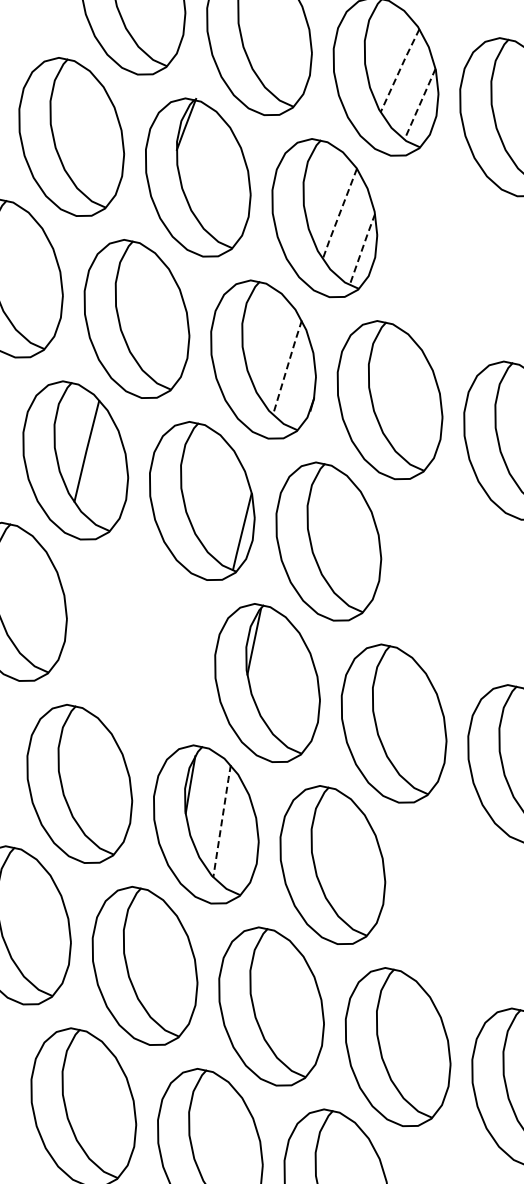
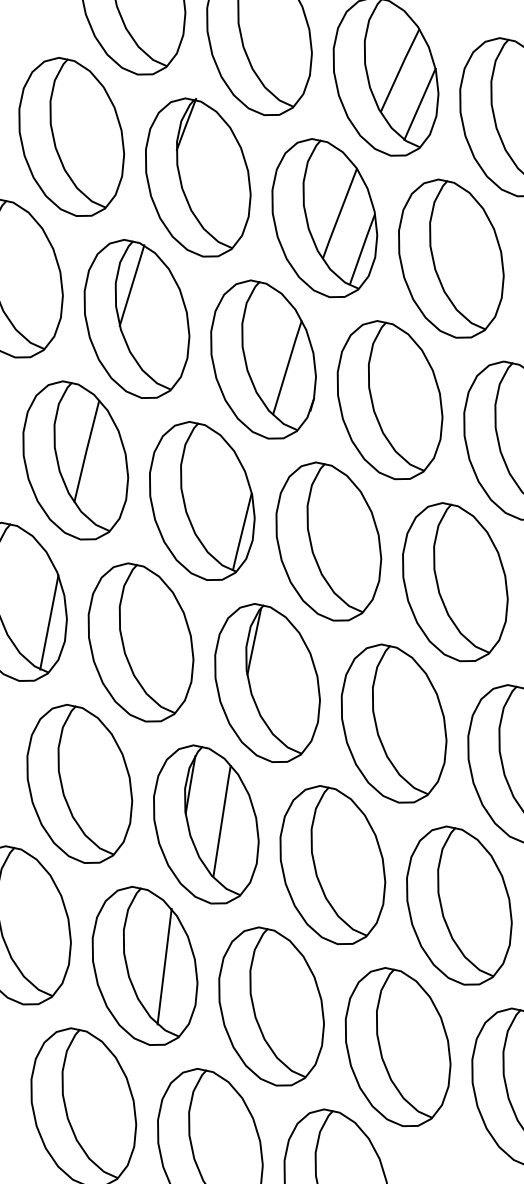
line at (399, 69): dashed -> solid
line at (420, 104): dashed -> solid
line at (339, 215): dashed -> solid
line at (362, 248): dashed -> solid
part at (451, 258): none -> present
line at (131, 285): none -> present
line at (287, 367): dashed -> solid
part at (455, 582): none -> present
line at (49, 622): none -> present
part at (140, 642): none -> present
line at (221, 821): dashed -> solid
part at (459, 905): none -> present
line at (164, 966): none -> present
